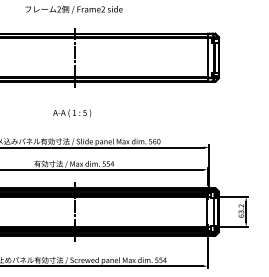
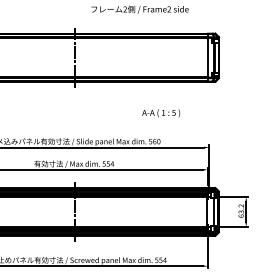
text at (73, 9) position: (73, 9) -> (139, 9)
text at (72, 113) position: (72, 113) -> (161, 113)
